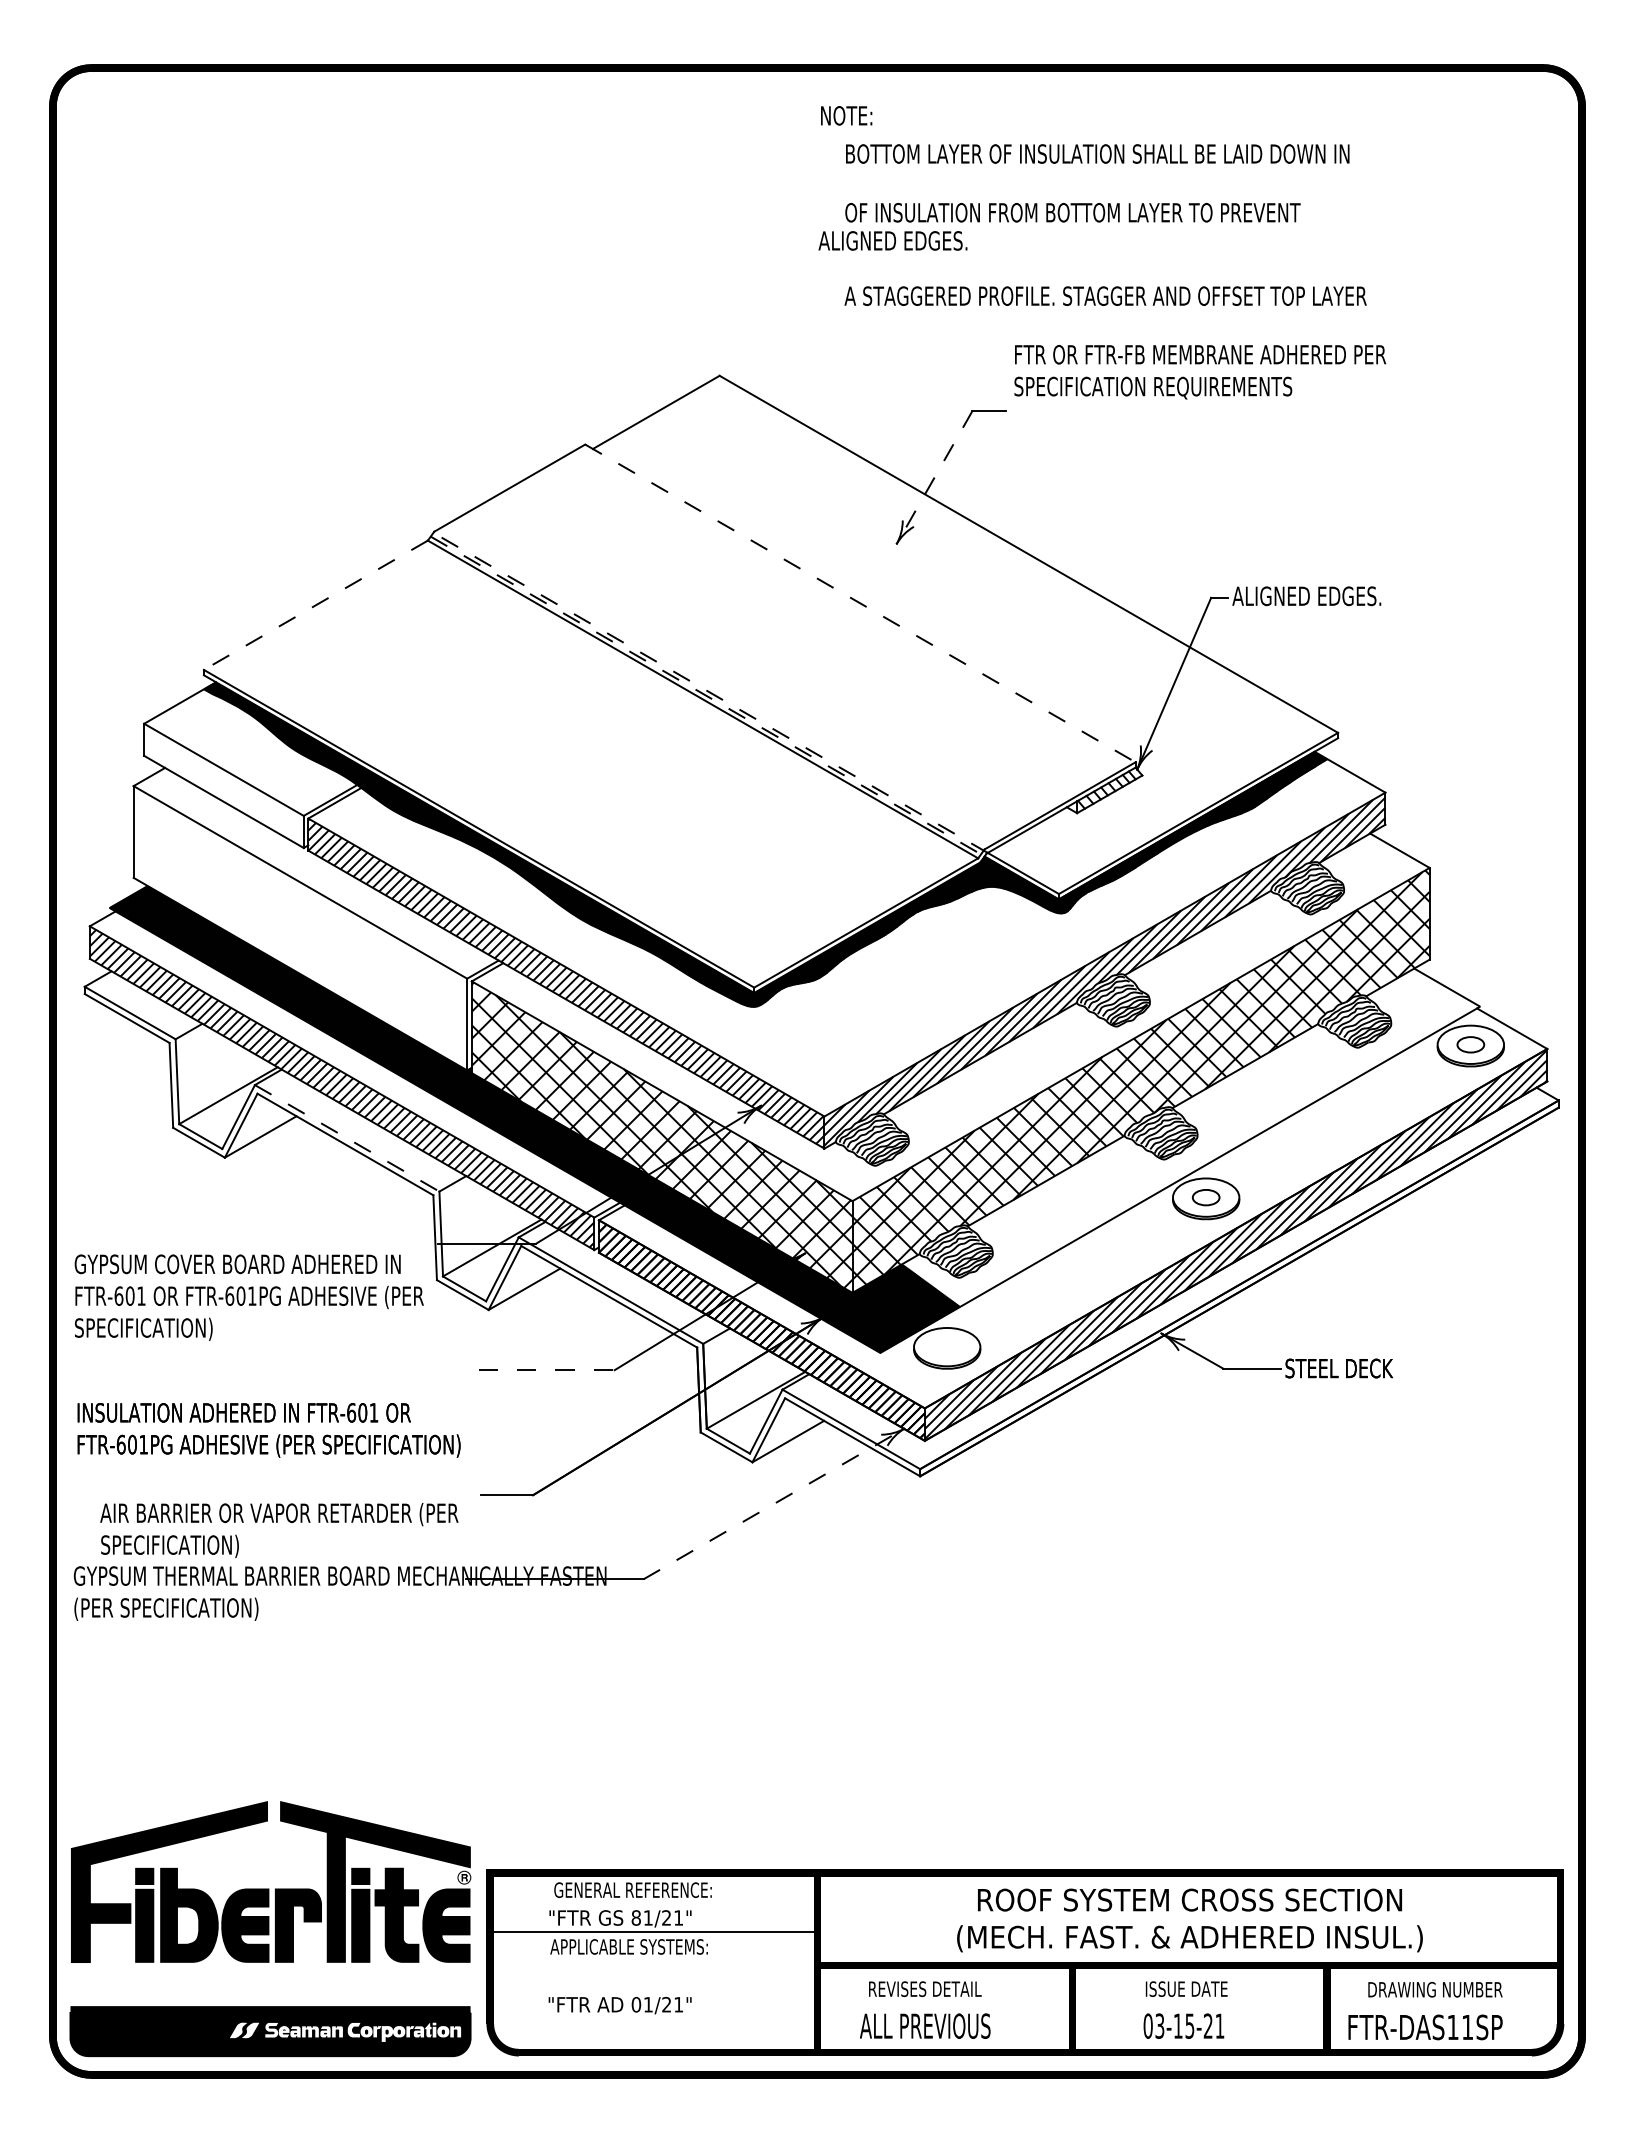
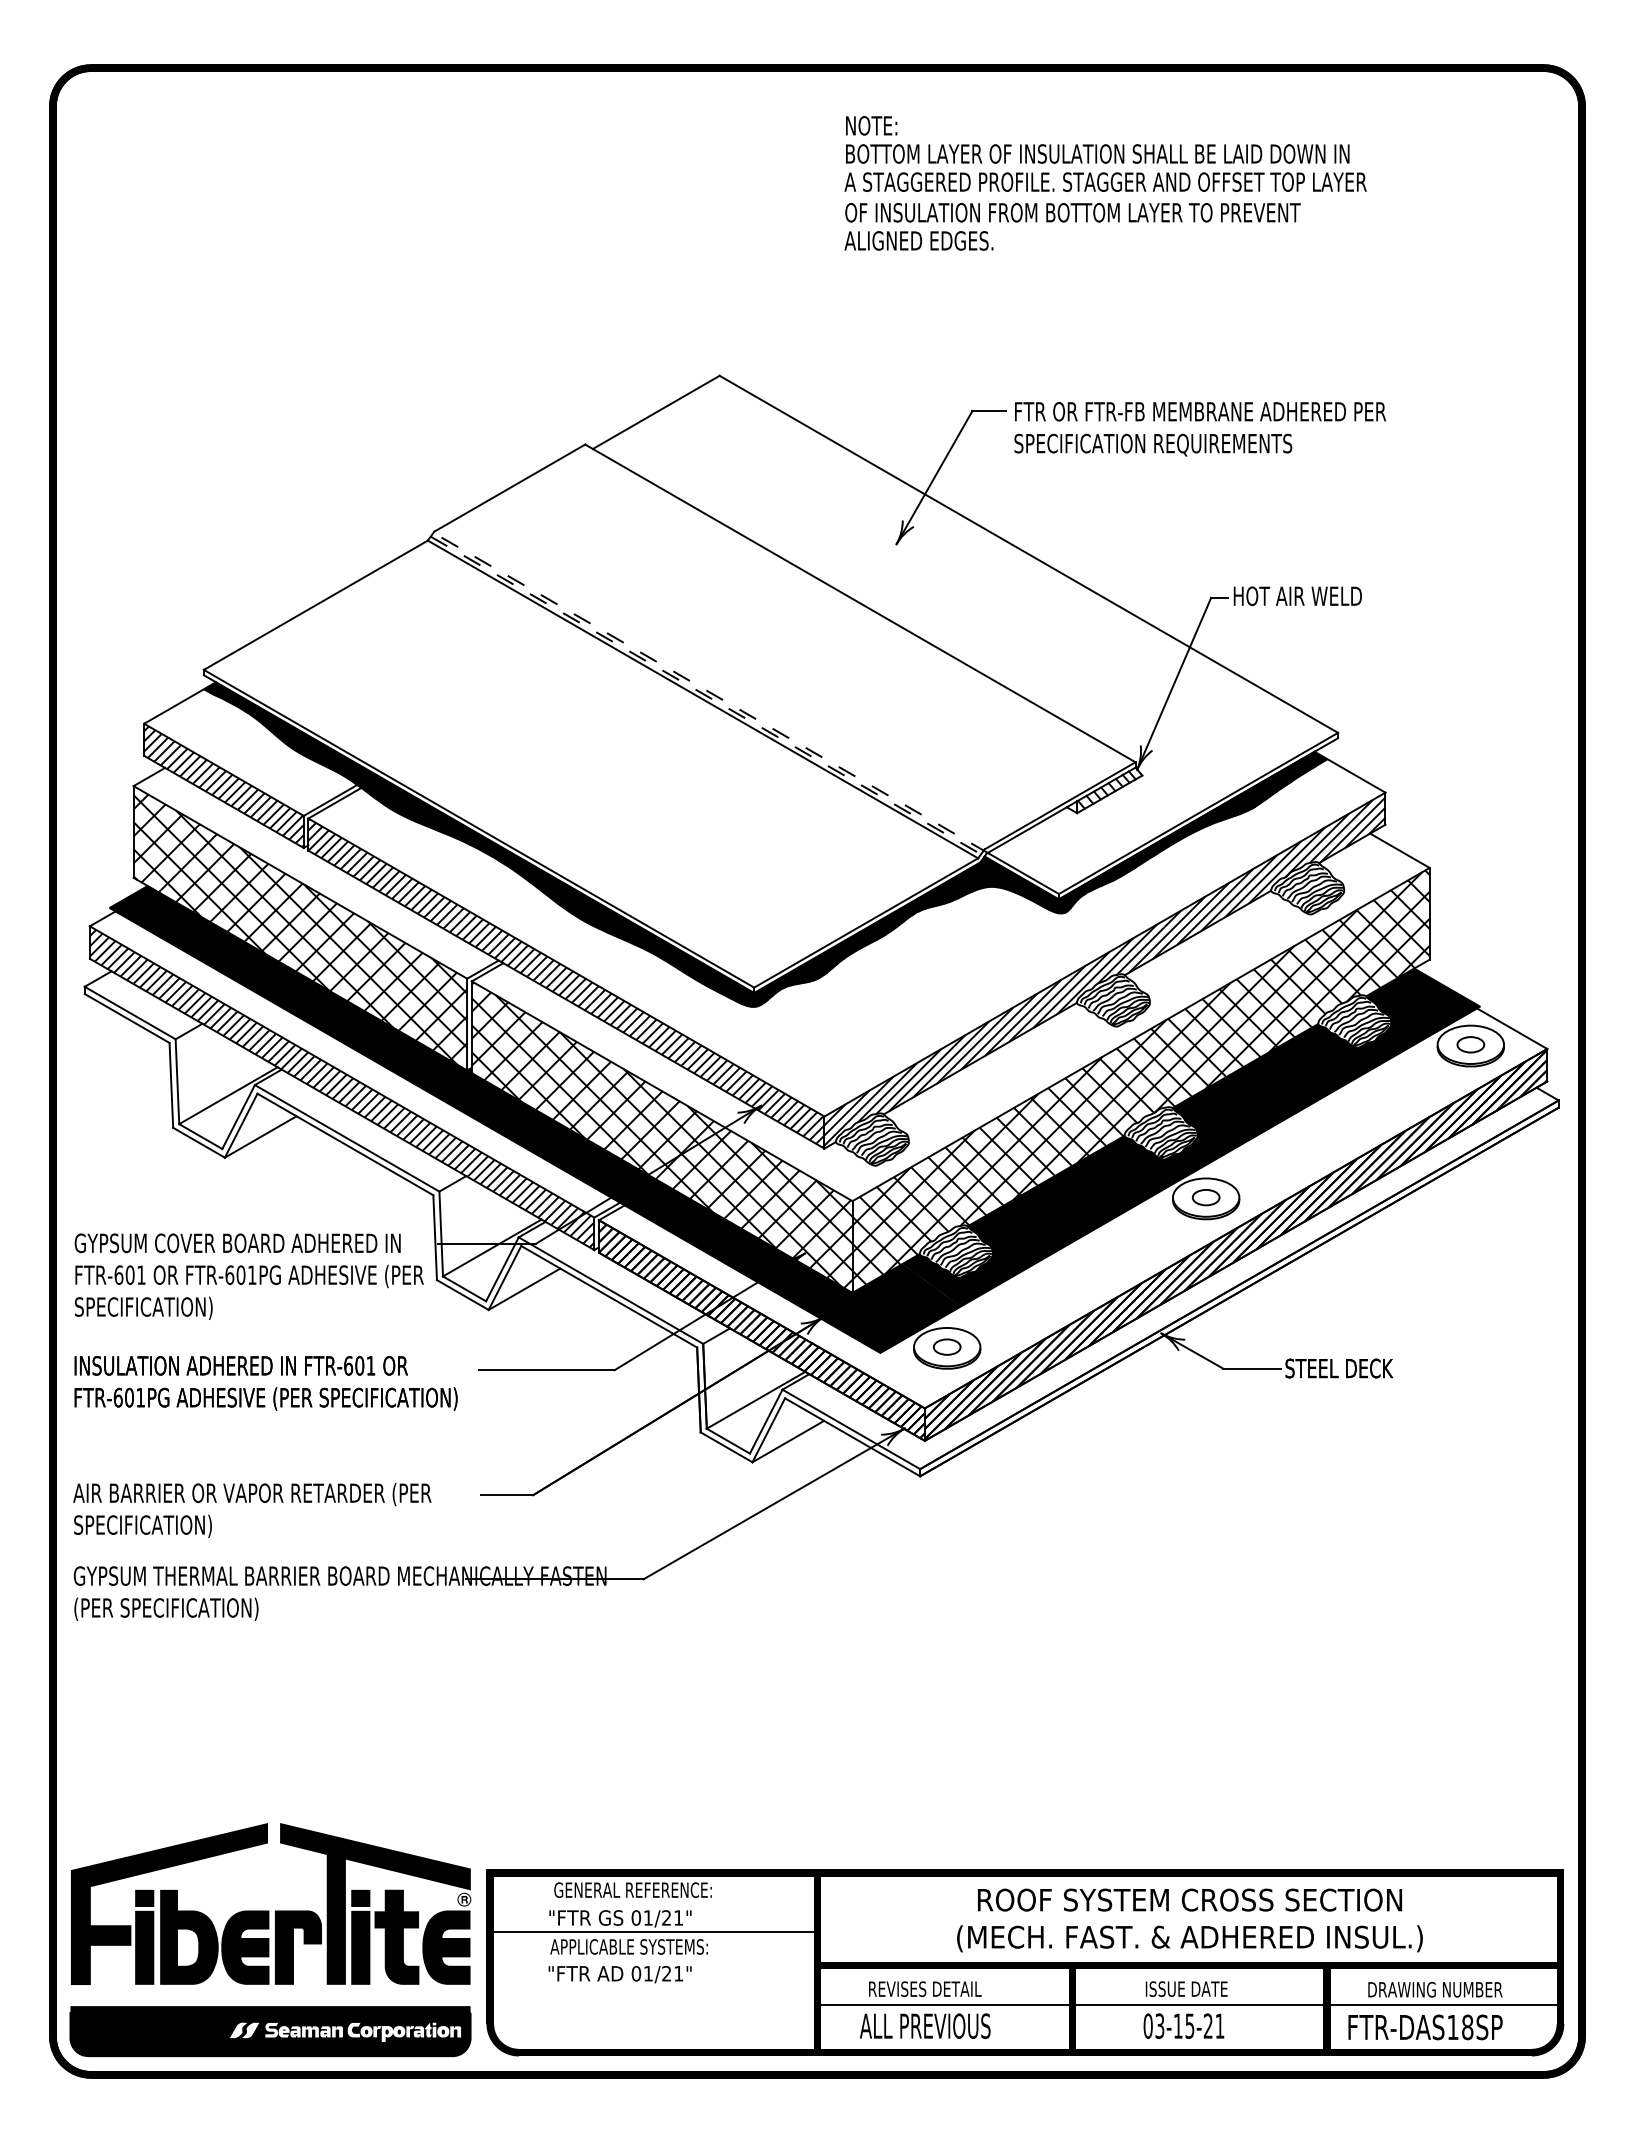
text at (846, 115) position: (846, 115) -> (871, 125)
text at (892, 240) position: (892, 240) -> (918, 240)
text at (1105, 295) position: (1105, 295) -> (1105, 181)
text at (1199, 372) position: (1199, 372) -> (1199, 429)
line at (934, 477): dashed -> solid
text at (1306, 596): ALIGNED EDGES. -> HOT AIR WELD
line at (860, 603): dashed -> solid
line at (315, 605): dashed -> solid
hatch at (223, 786): none -> present
hatch at (300, 932): none -> present
hatch at (1191, 1137): none -> present
line at (347, 1138): dashed -> solid
hatch at (1235, 1244): none -> present
text at (248, 1297) position: (248, 1297) -> (248, 1276)
part at (947, 1346): none -> present
line at (546, 1370): dashed -> solid
text at (268, 1430) position: (268, 1430) -> (265, 1383)
line at (774, 1503): dashed -> solid
text at (279, 1530) position: (279, 1530) -> (252, 1510)
part at (269, 1888) position: (269, 1888) -> (269, 1910)
text at (636, 1917): 81/21" -> 01/21"
text at (619, 2005) position: (619, 2005) -> (619, 1974)
line at (1188, 2005): none -> present
text at (1467, 2027): FTR-DAS11SP -> FTR-DAS18SP
